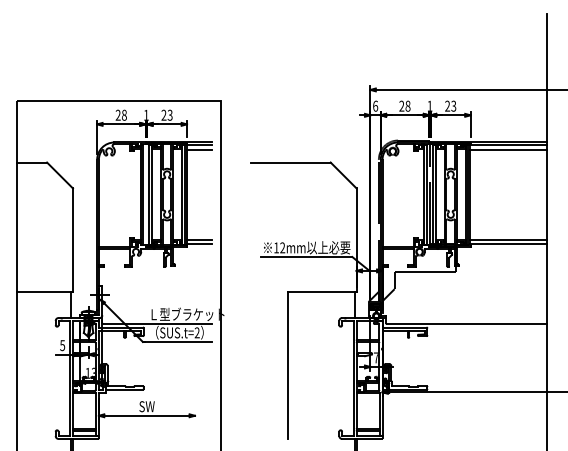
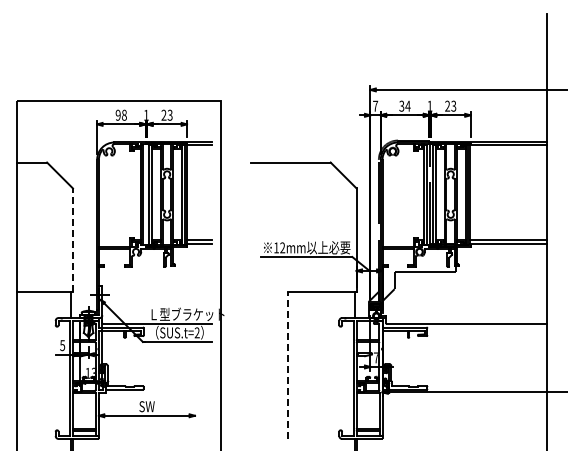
text at (375, 105): 6 -> 7
text at (404, 105): 28 -> 34
text at (117, 115): 28 -> 98
line at (198, 149): present -> none
line at (508, 149): present -> none
line at (73, 240): solid -> dashed
line at (287, 365): solid -> dashed
